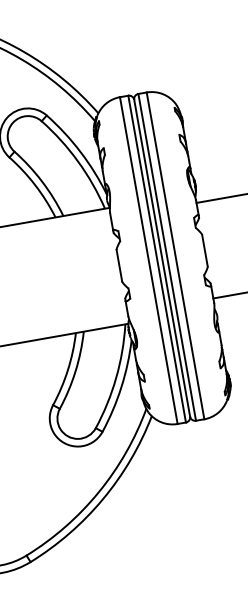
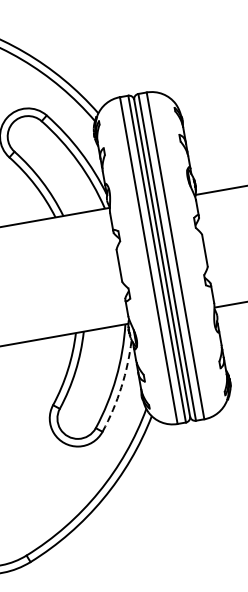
line at (220, 198) position: (220, 198) -> (219, 190)
line at (228, 295) position: (228, 295) -> (229, 304)
arc at (121, 387): solid -> dashed
